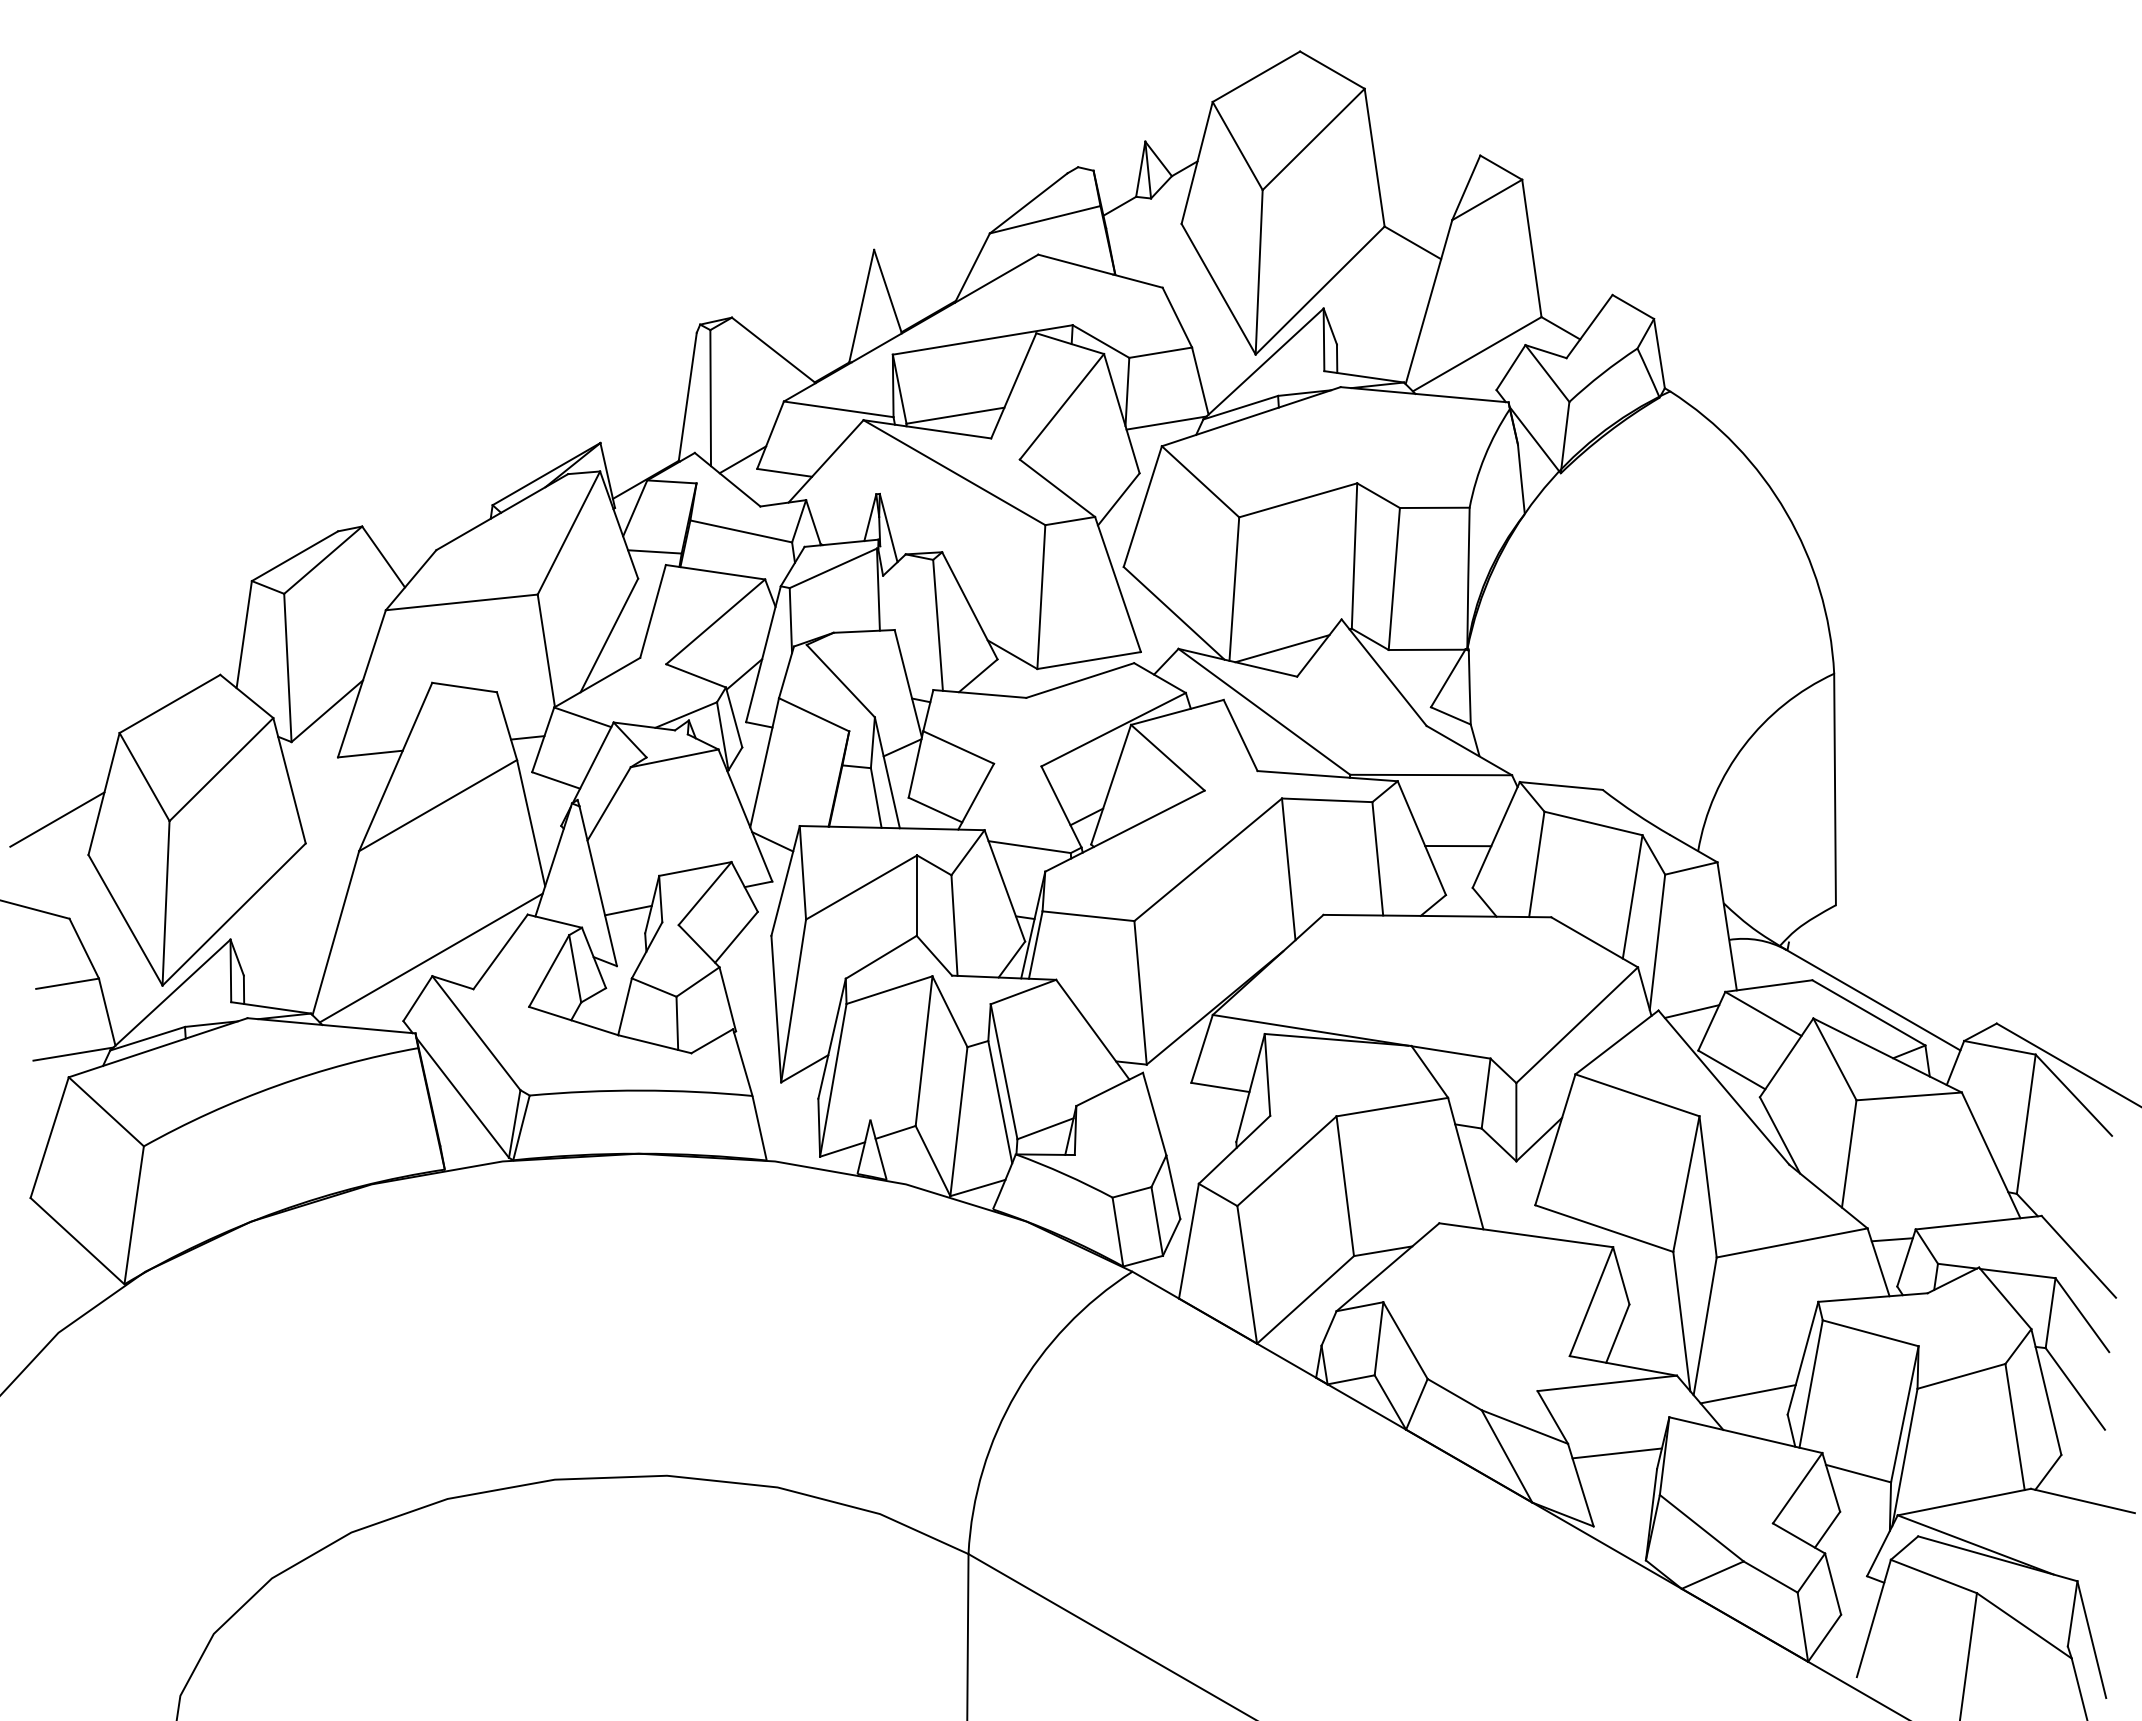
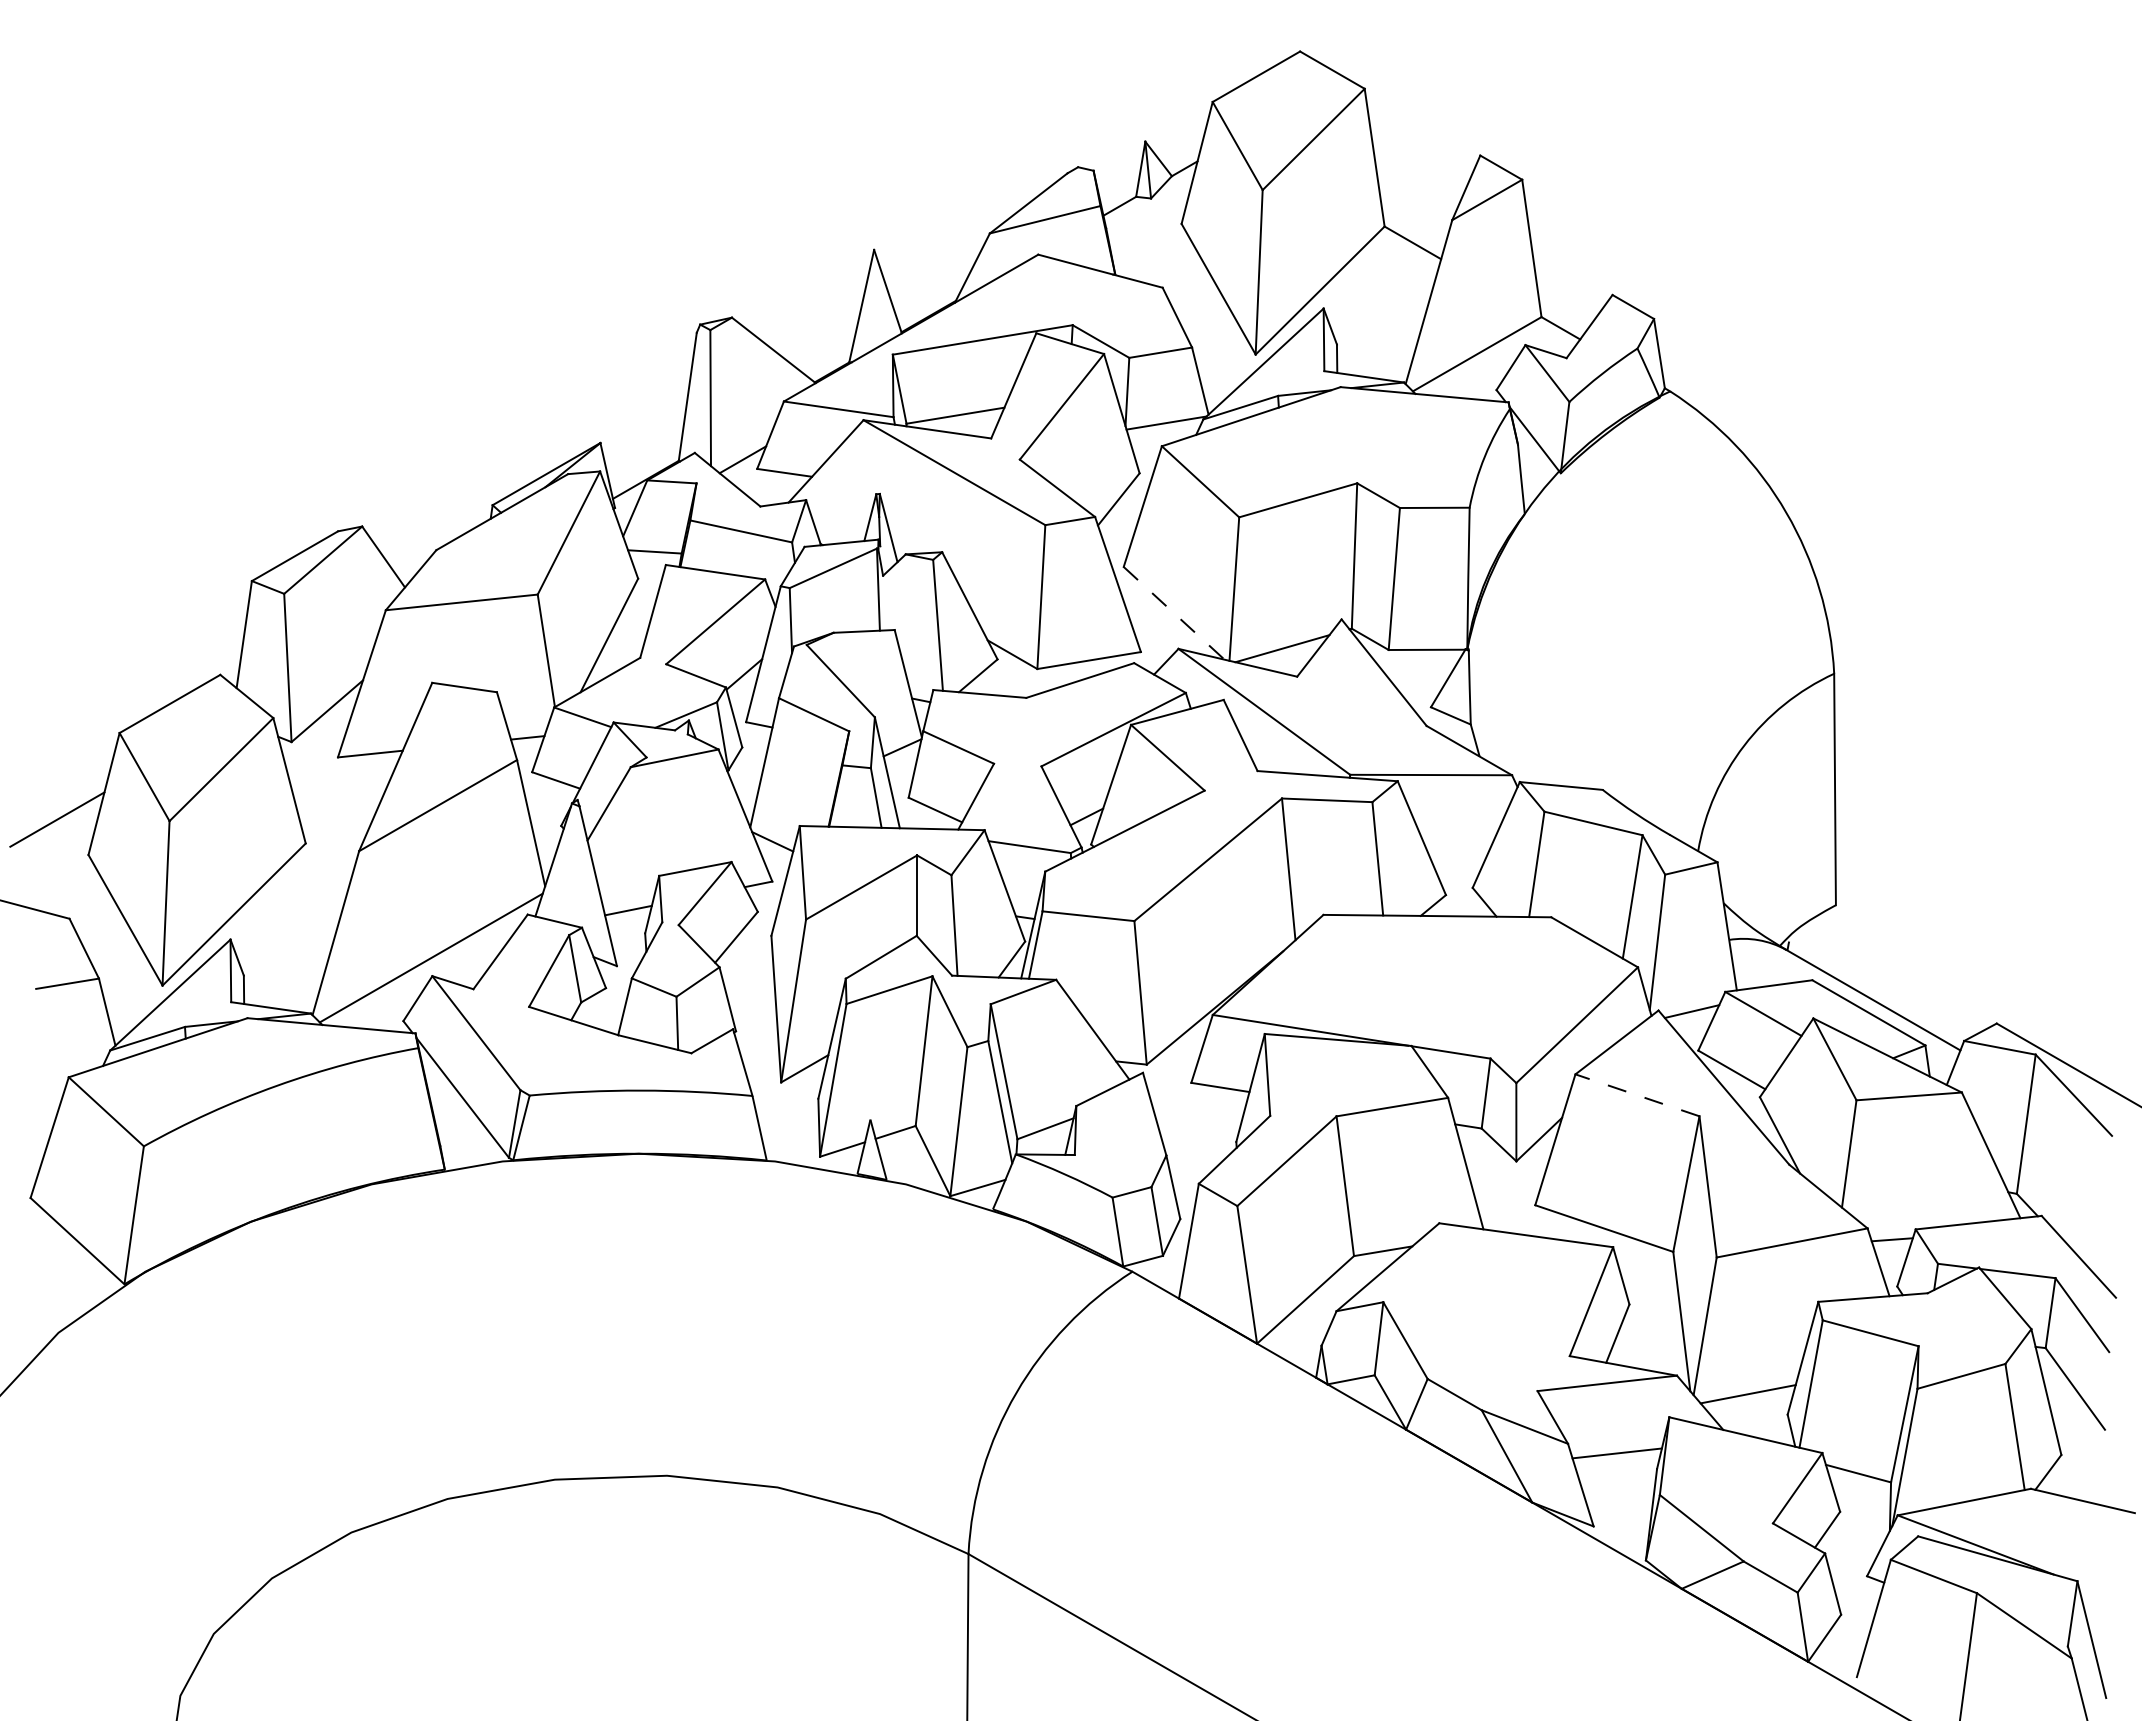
line at (1174, 613): solid -> dashed
line at (1458, 846): present -> none
line at (73, 1053): present -> none
line at (1636, 1095): solid -> dashed
